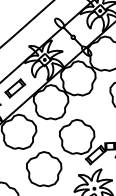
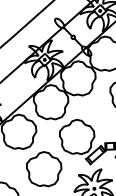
part at (15, 88): present -> none
